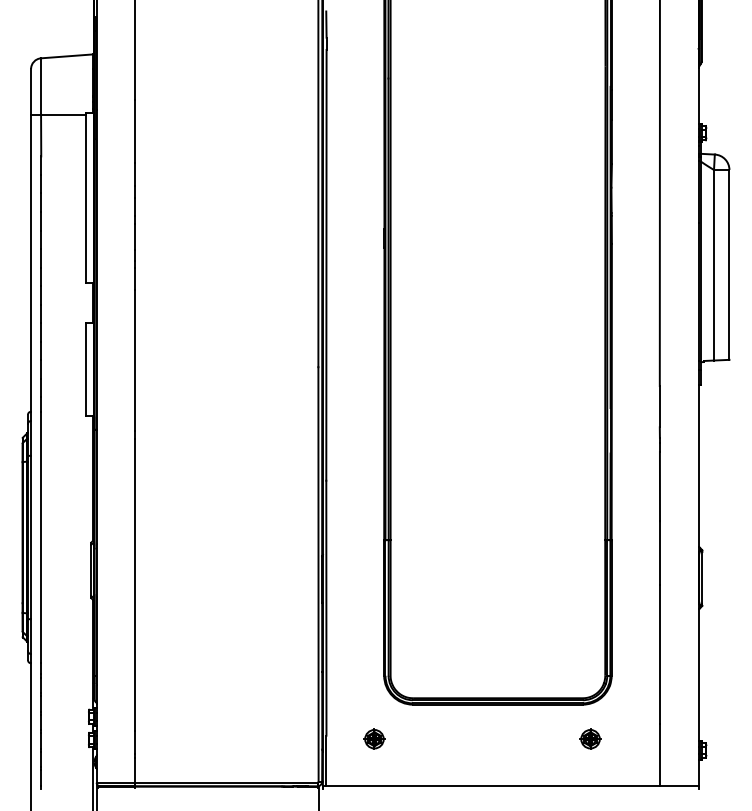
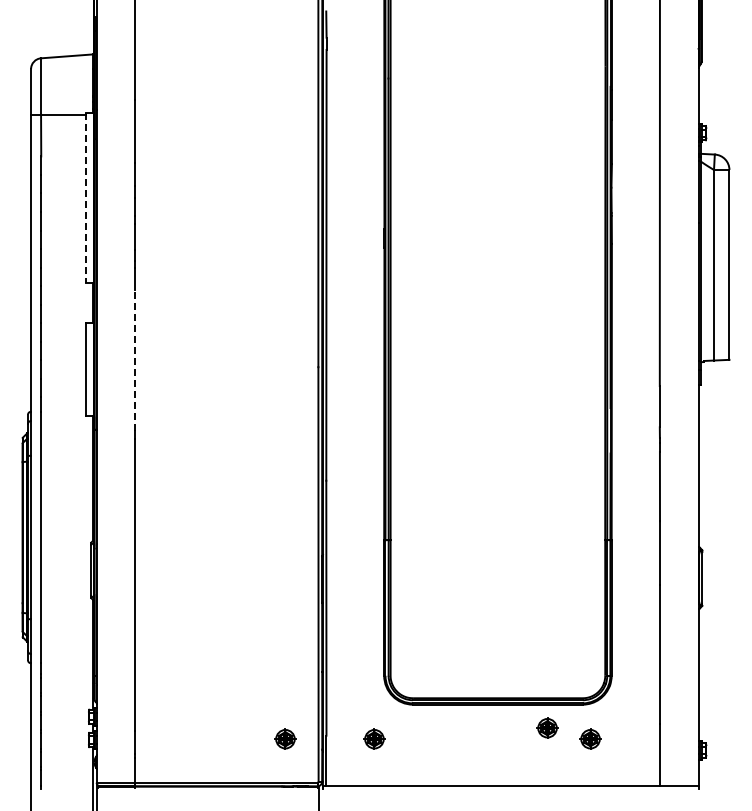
line at (85, 198): solid -> dashed
line at (135, 360): solid -> dashed
part at (547, 727): none -> present
part at (285, 738): none -> present
